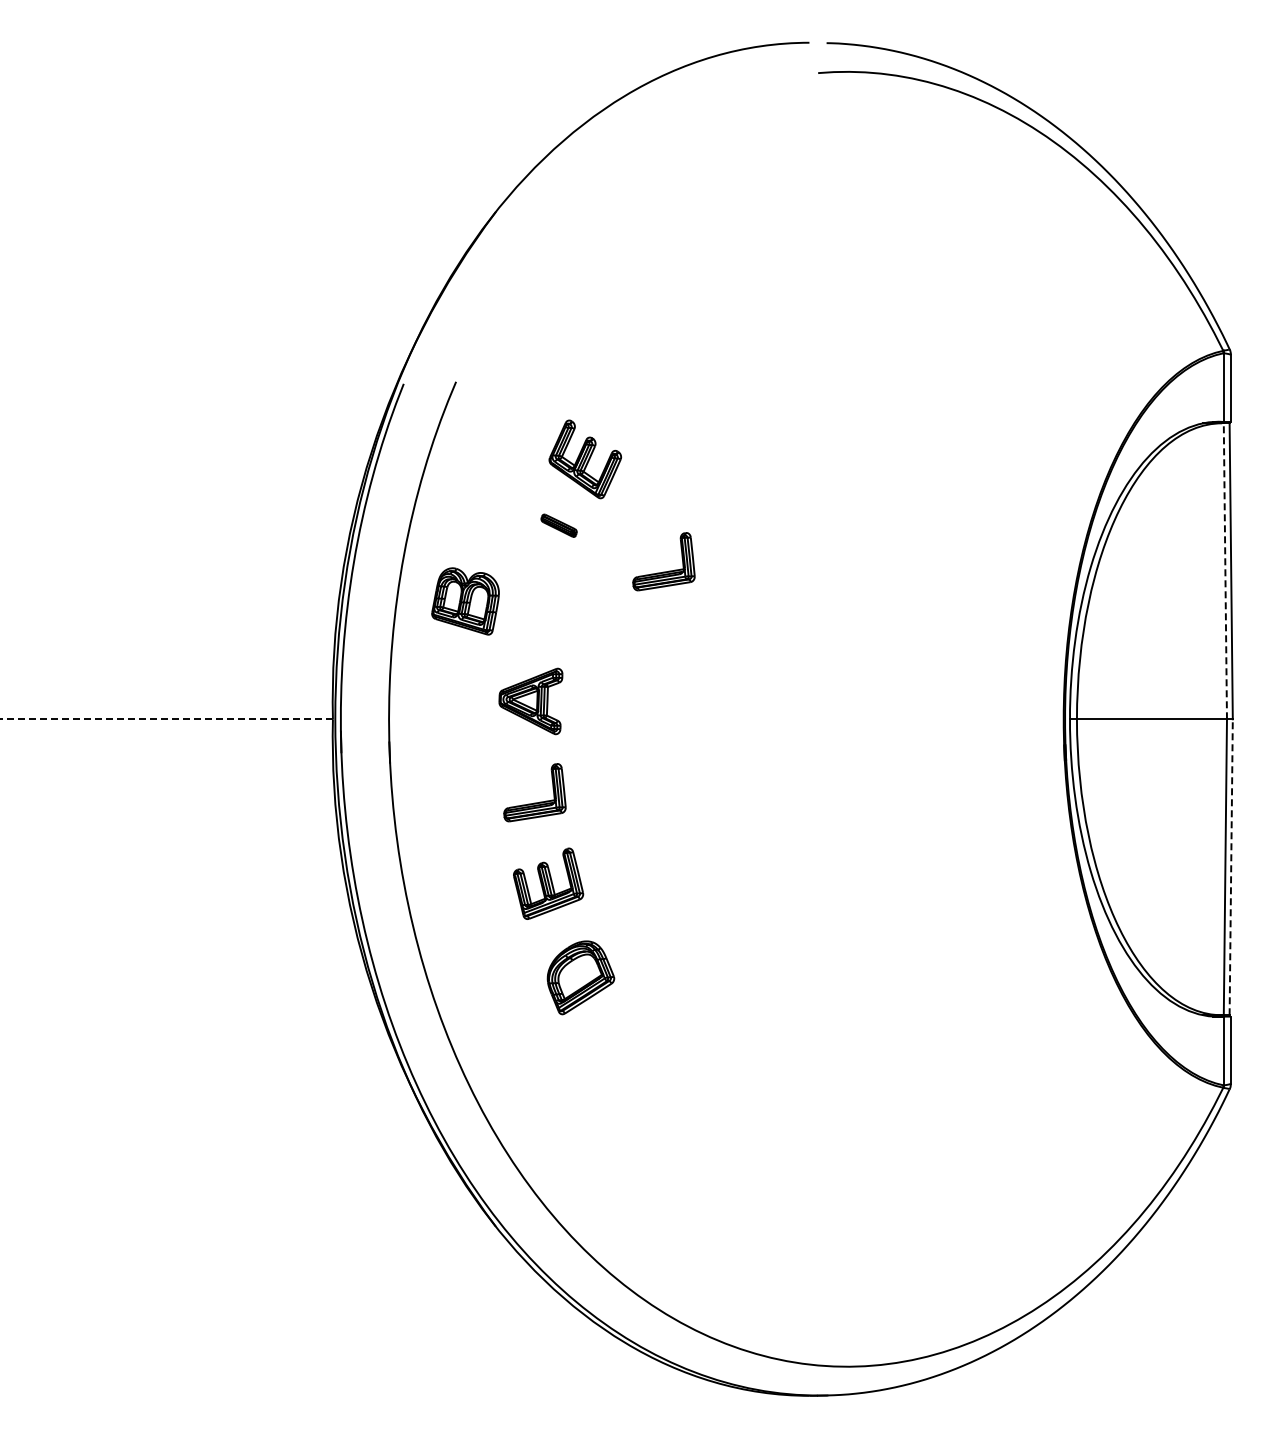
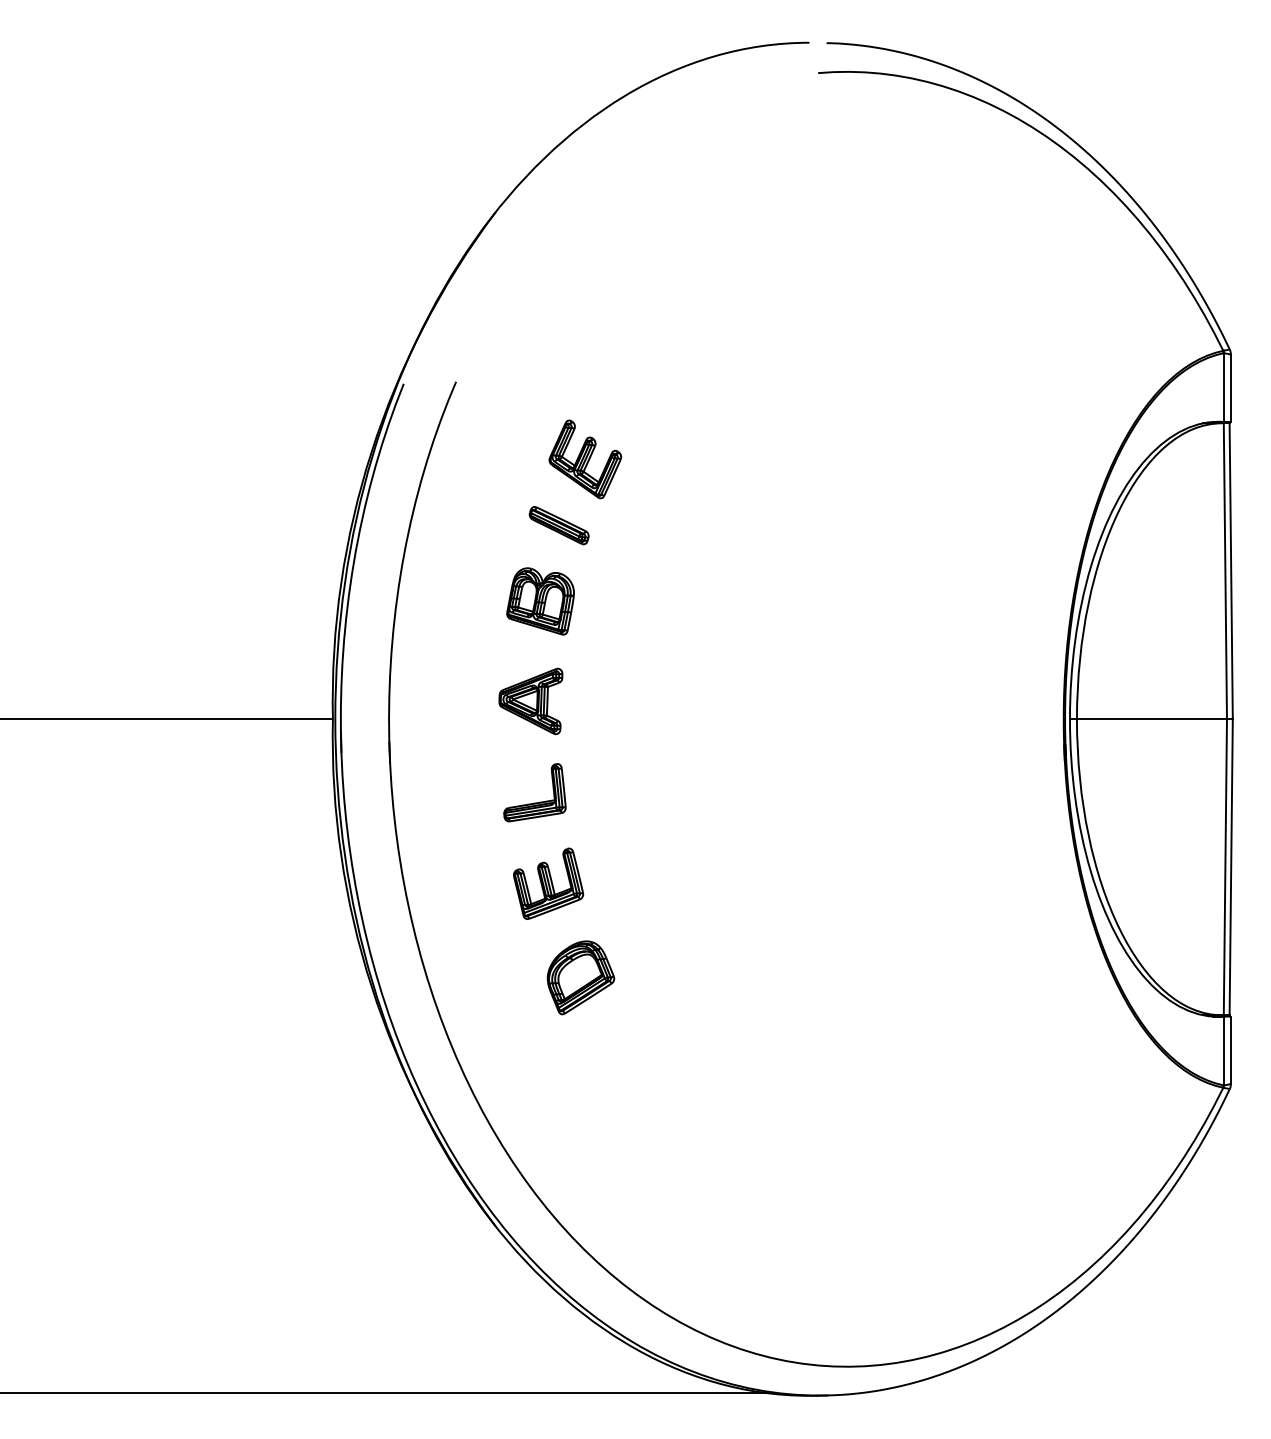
part at (558, 525) size: 38x25 px -> 62x40 px
part at (663, 571): present -> none
line at (1225, 571): dashed -> solid
part at (465, 601) position: (465, 601) -> (540, 601)
line at (166, 719): dashed -> solid
line at (1231, 867): dashed -> solid
line at (384, 1393): none -> present
